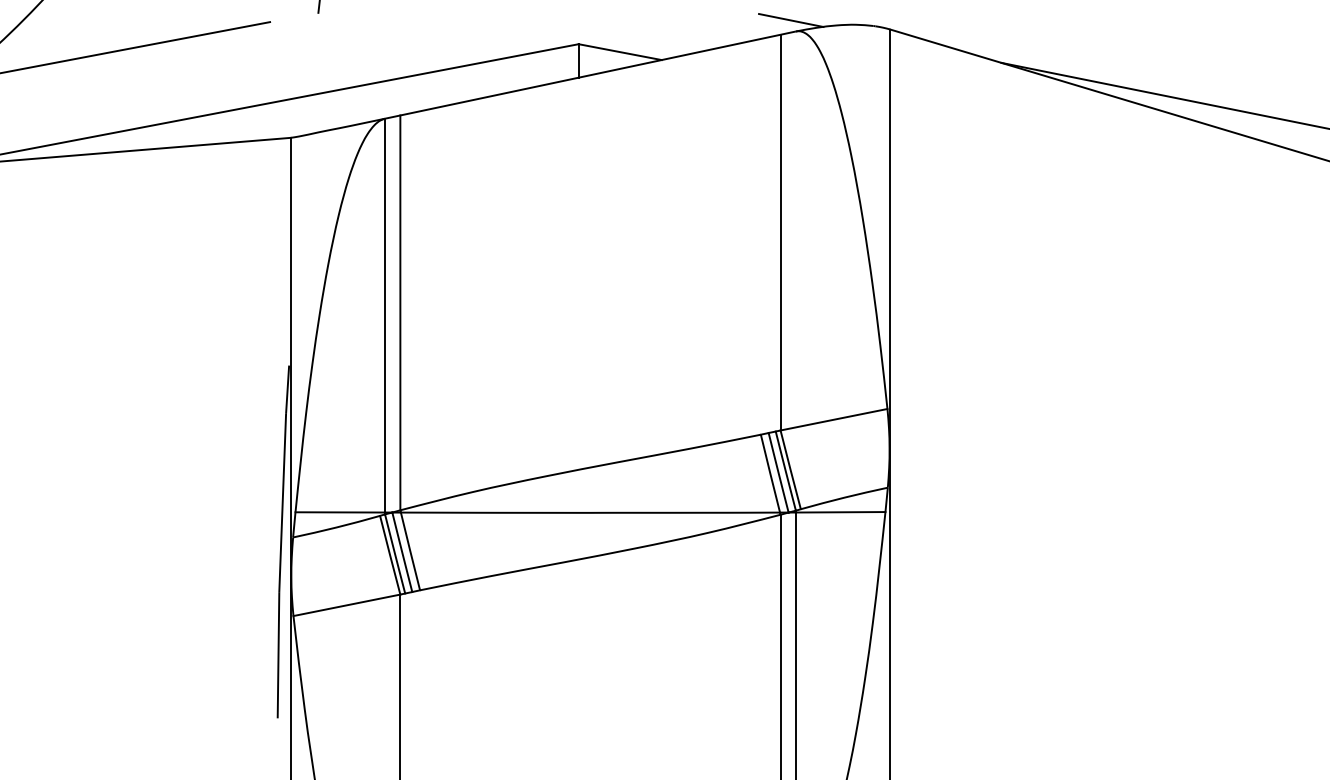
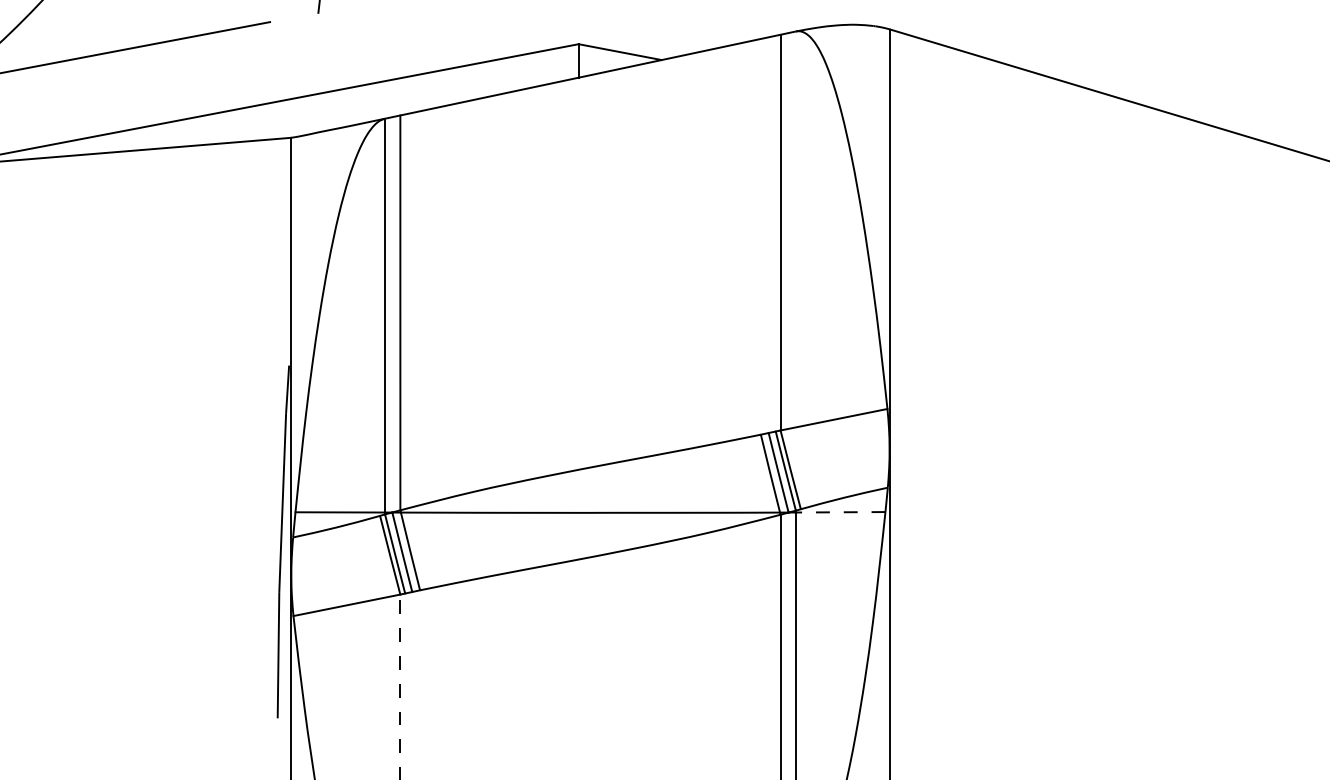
line at (791, 20): present -> none
line at (1163, 95): present -> none
line at (840, 512): solid -> dashed
line at (400, 686): solid -> dashed
